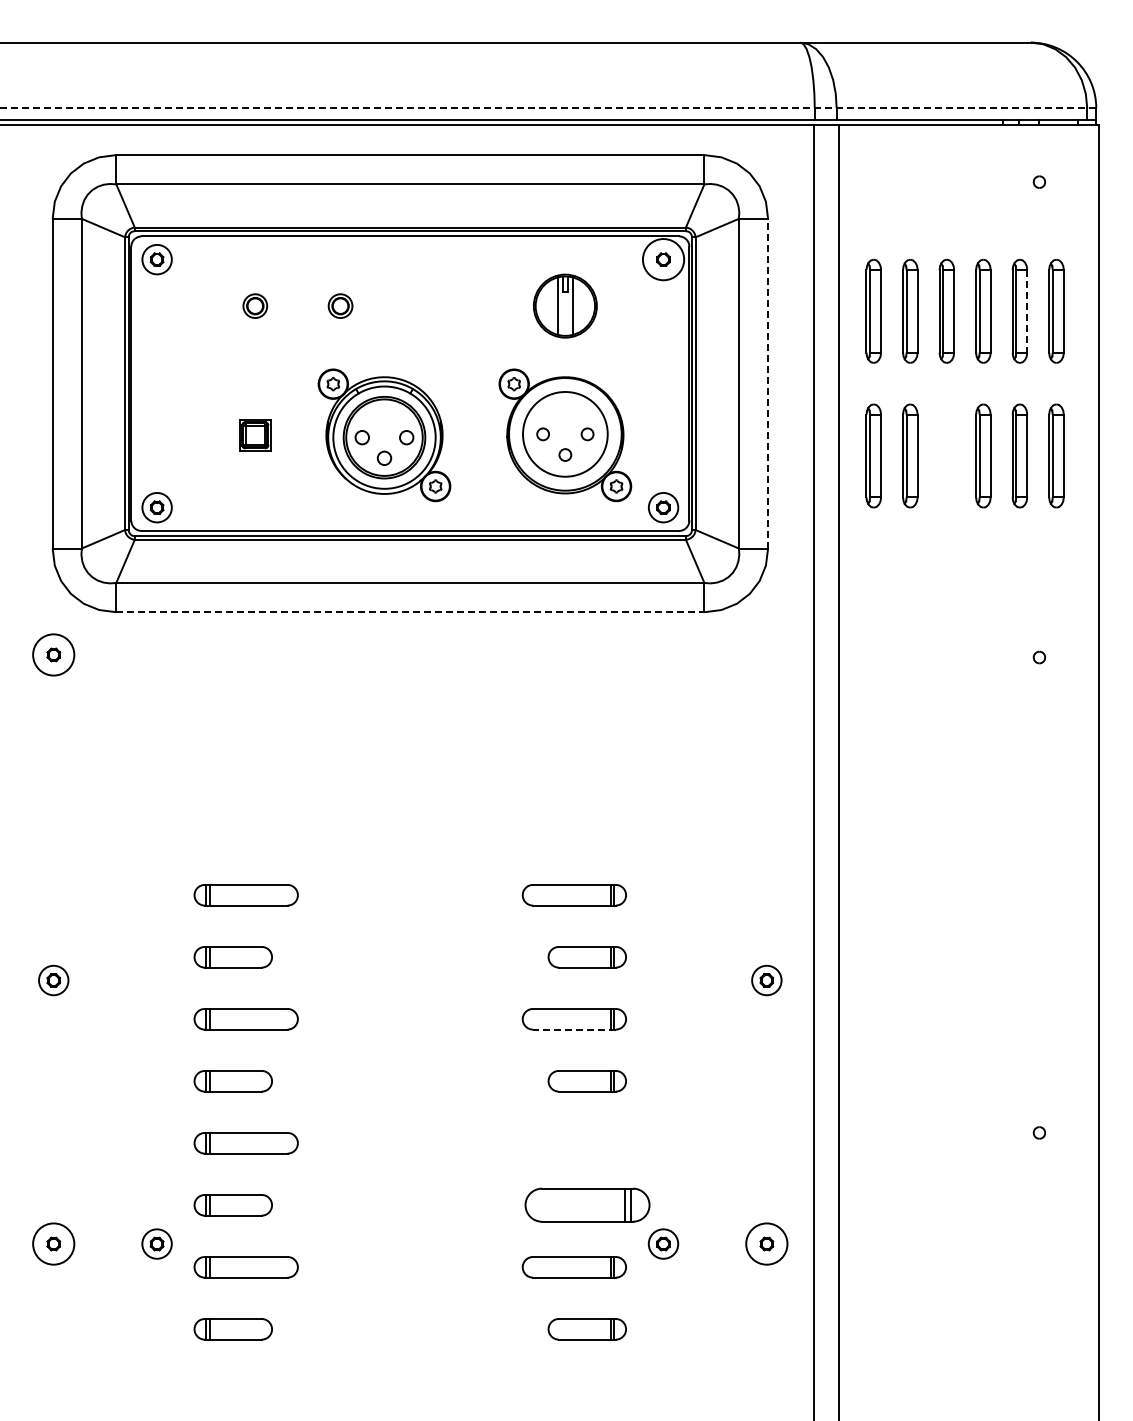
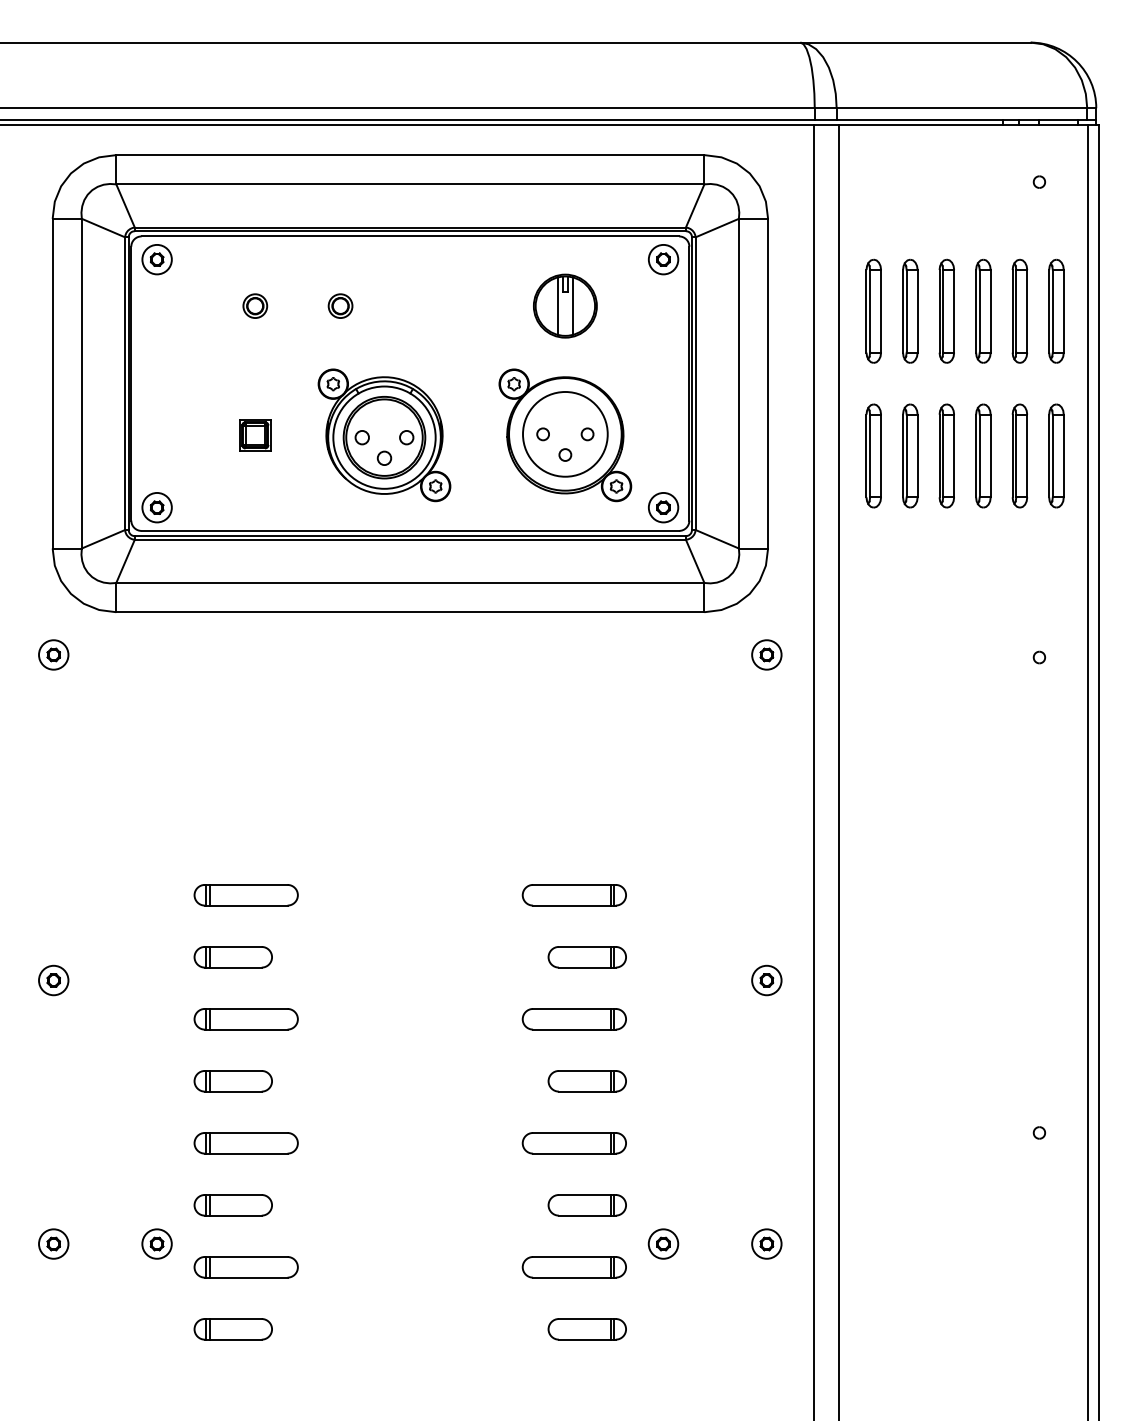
line at (548, 108): dashed -> solid
circle at (663, 259) diameter: 41 px -> 29 px
line at (1027, 311): dashed -> solid
line at (768, 383): dashed -> solid
part at (946, 455): none -> present
line at (410, 612): dashed -> solid
circle at (53, 654) diameter: 41 px -> 29 px
part at (766, 654): none -> present
line at (1088, 771): none -> present
line at (573, 1029): dashed -> solid
part at (573, 1143): none -> present
part at (587, 1204) size: 127x36 px -> 80x23 px
circle at (53, 1243) diameter: 41 px -> 29 px
circle at (766, 1243) diameter: 41 px -> 29 px
